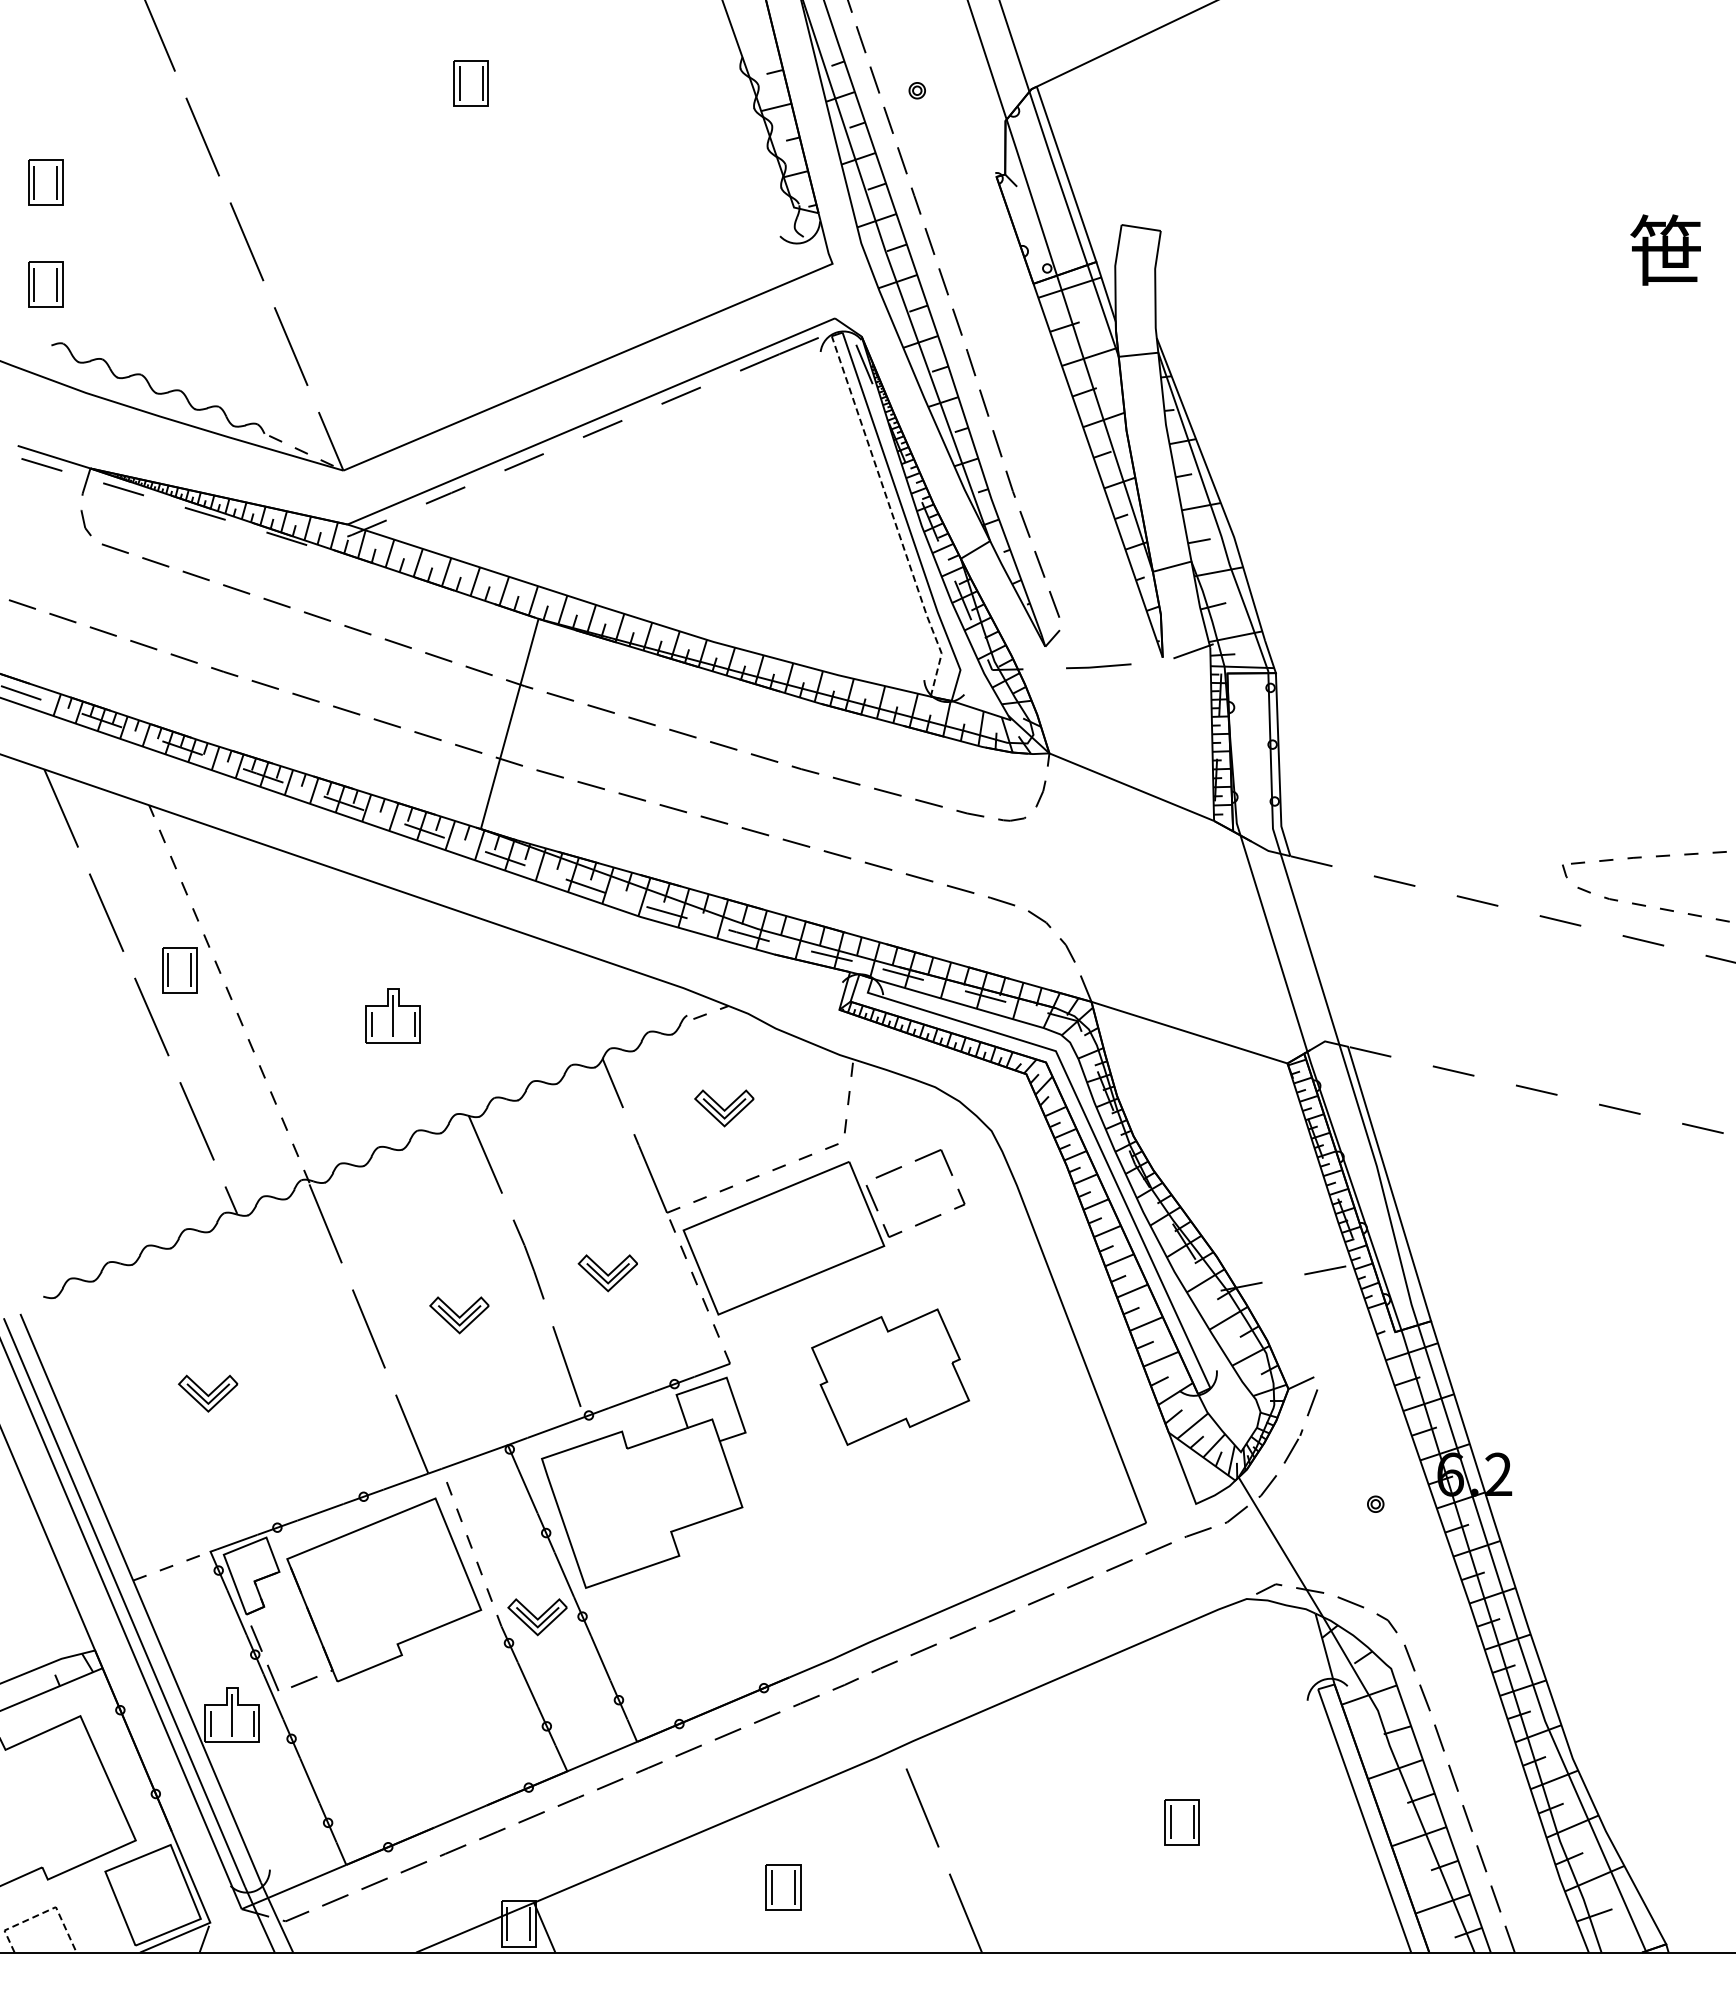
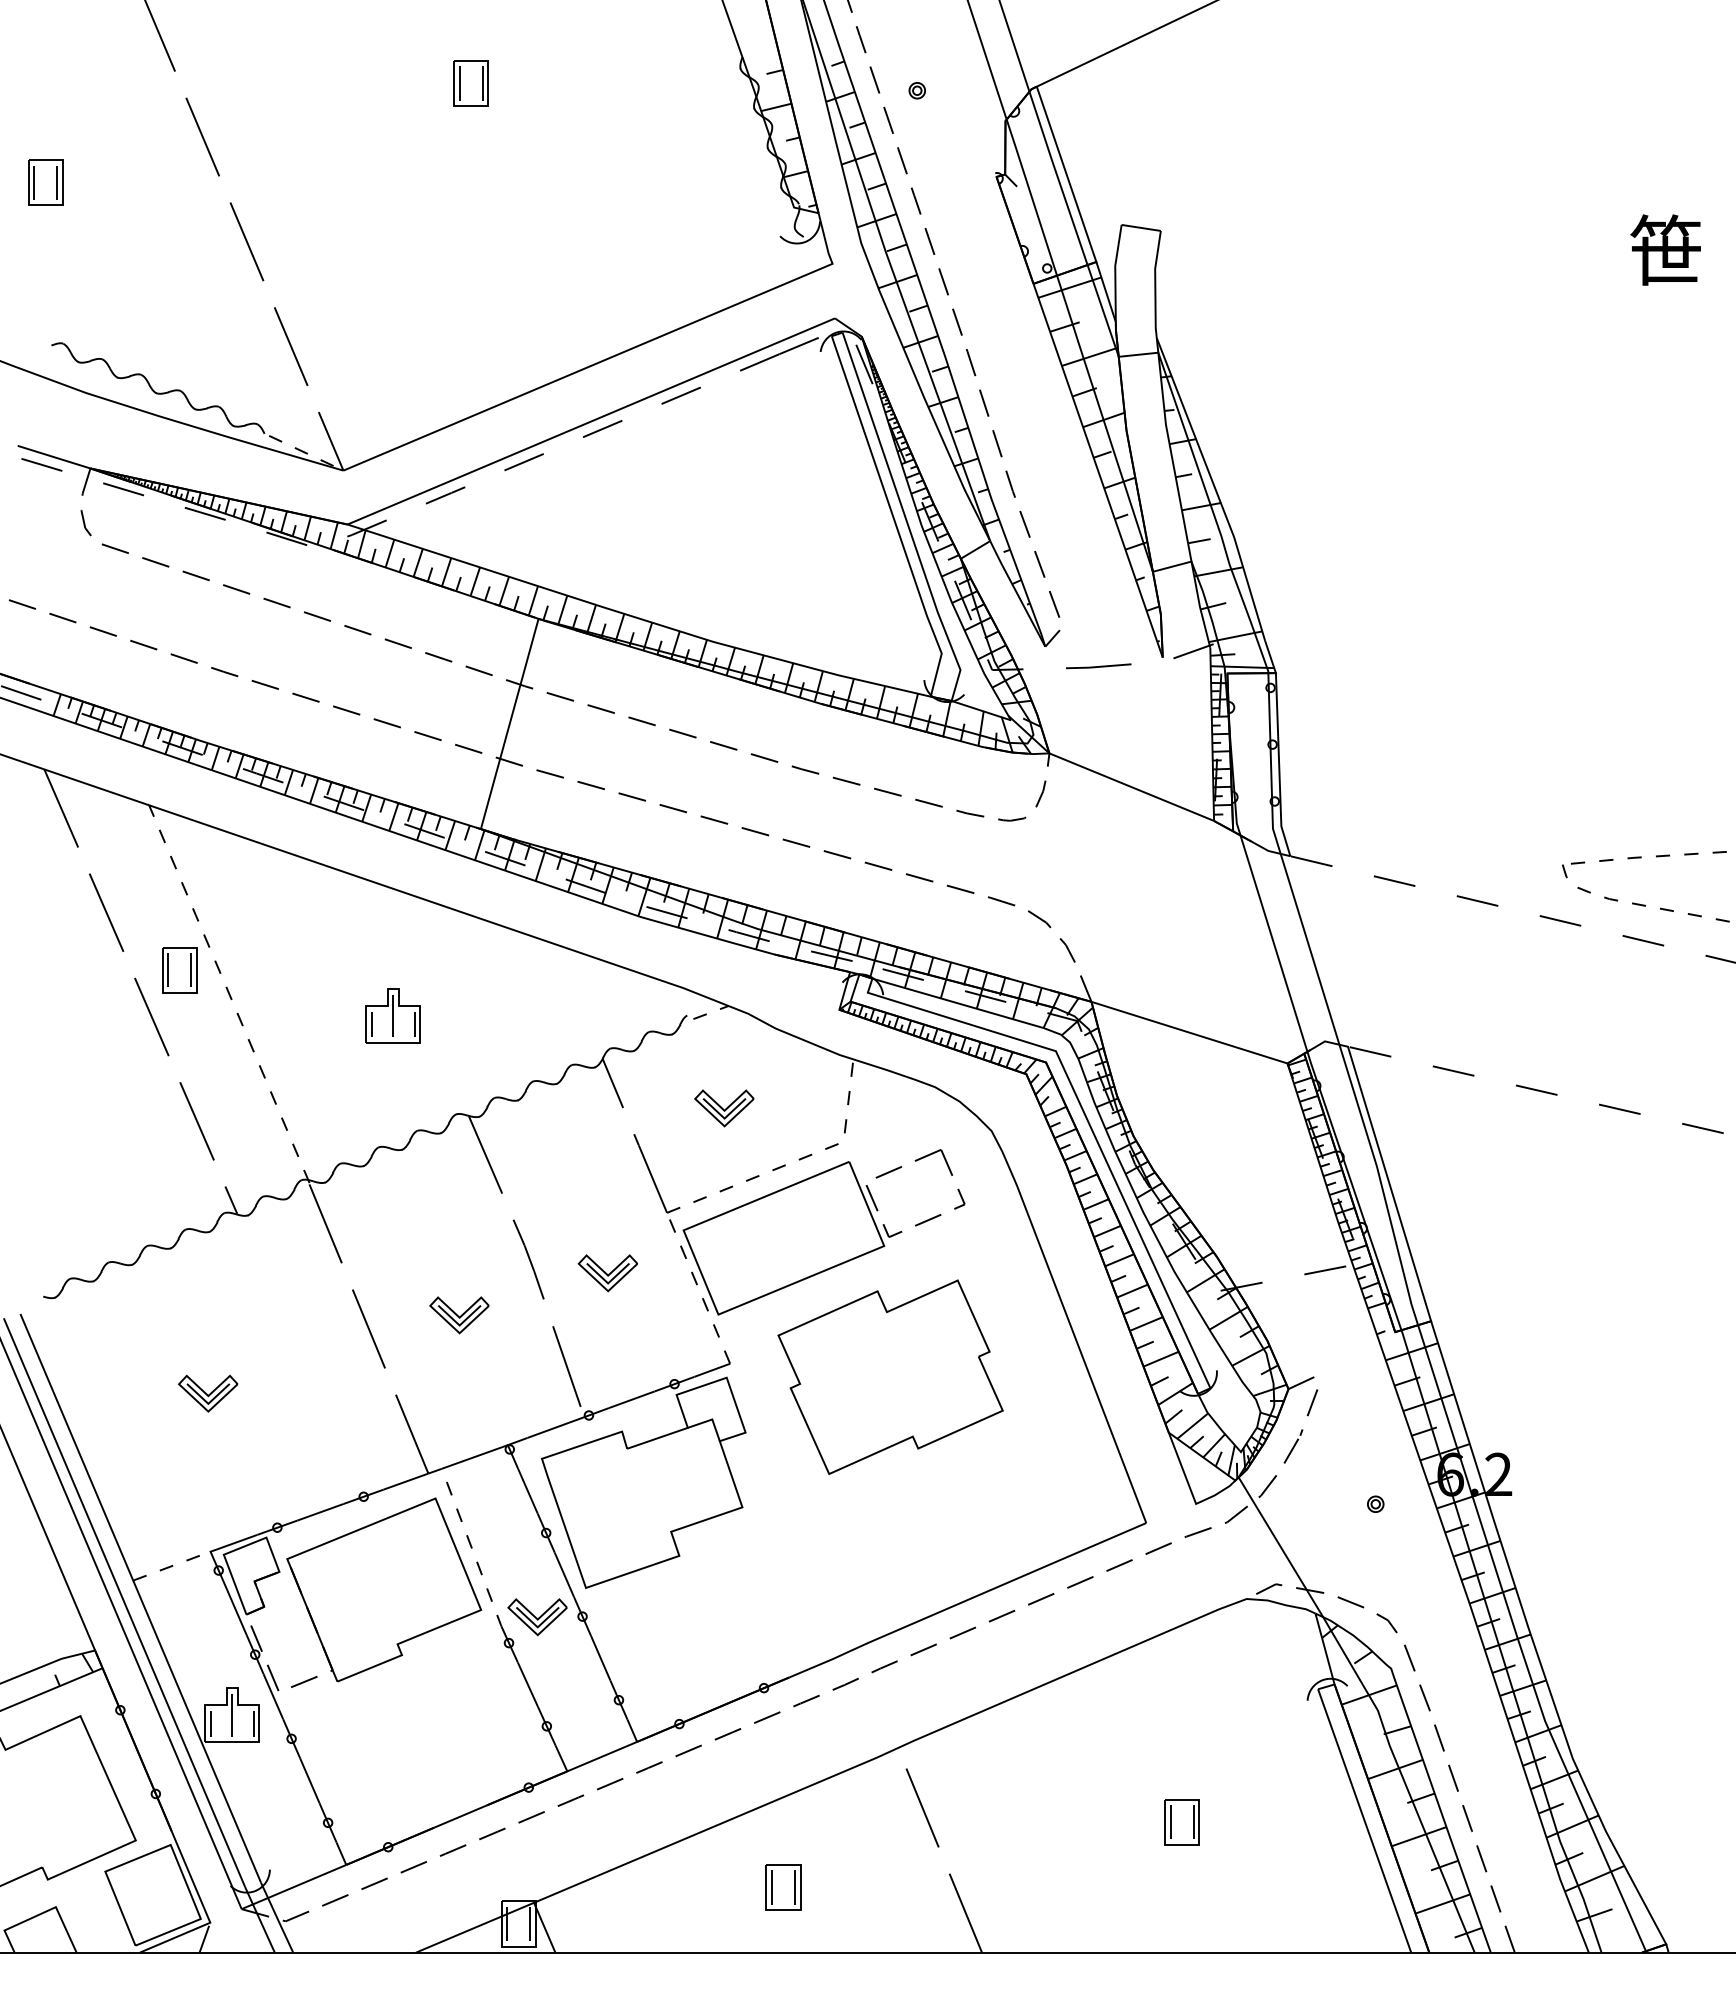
part at (45, 284): present -> none
line at (893, 517): dashed -> solid
part at (890, 1376) size: 160x138 px -> 227x196 px
line at (41, 1913): dashed -> solid
